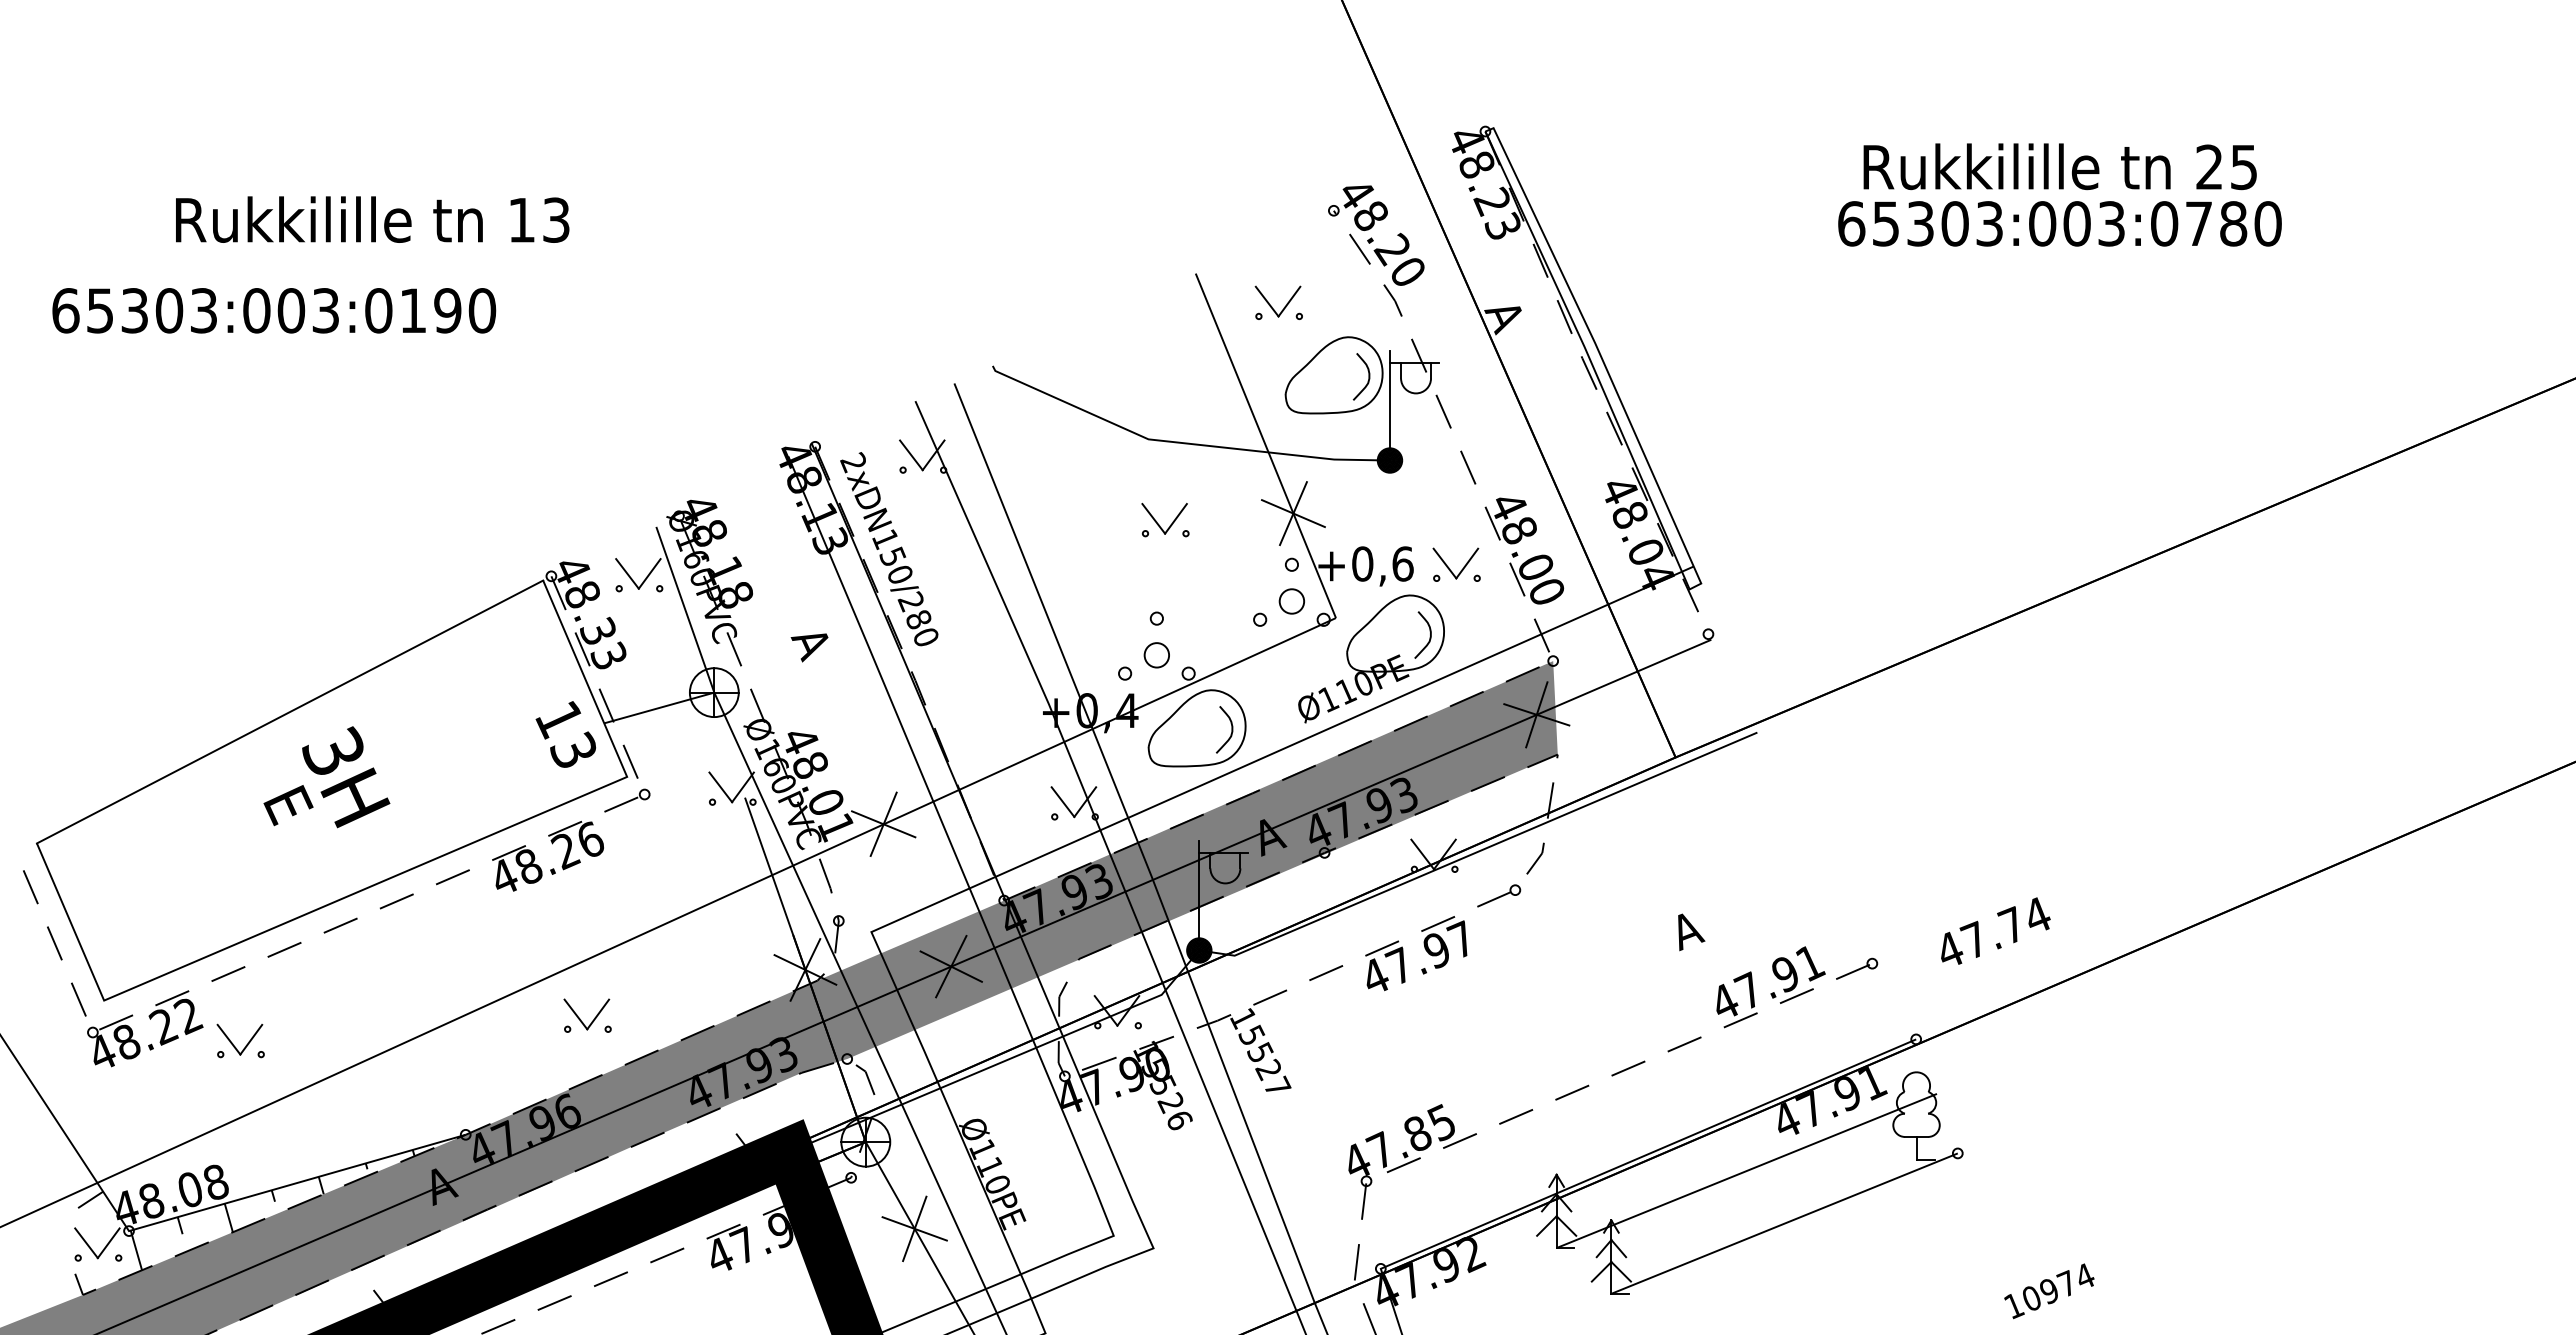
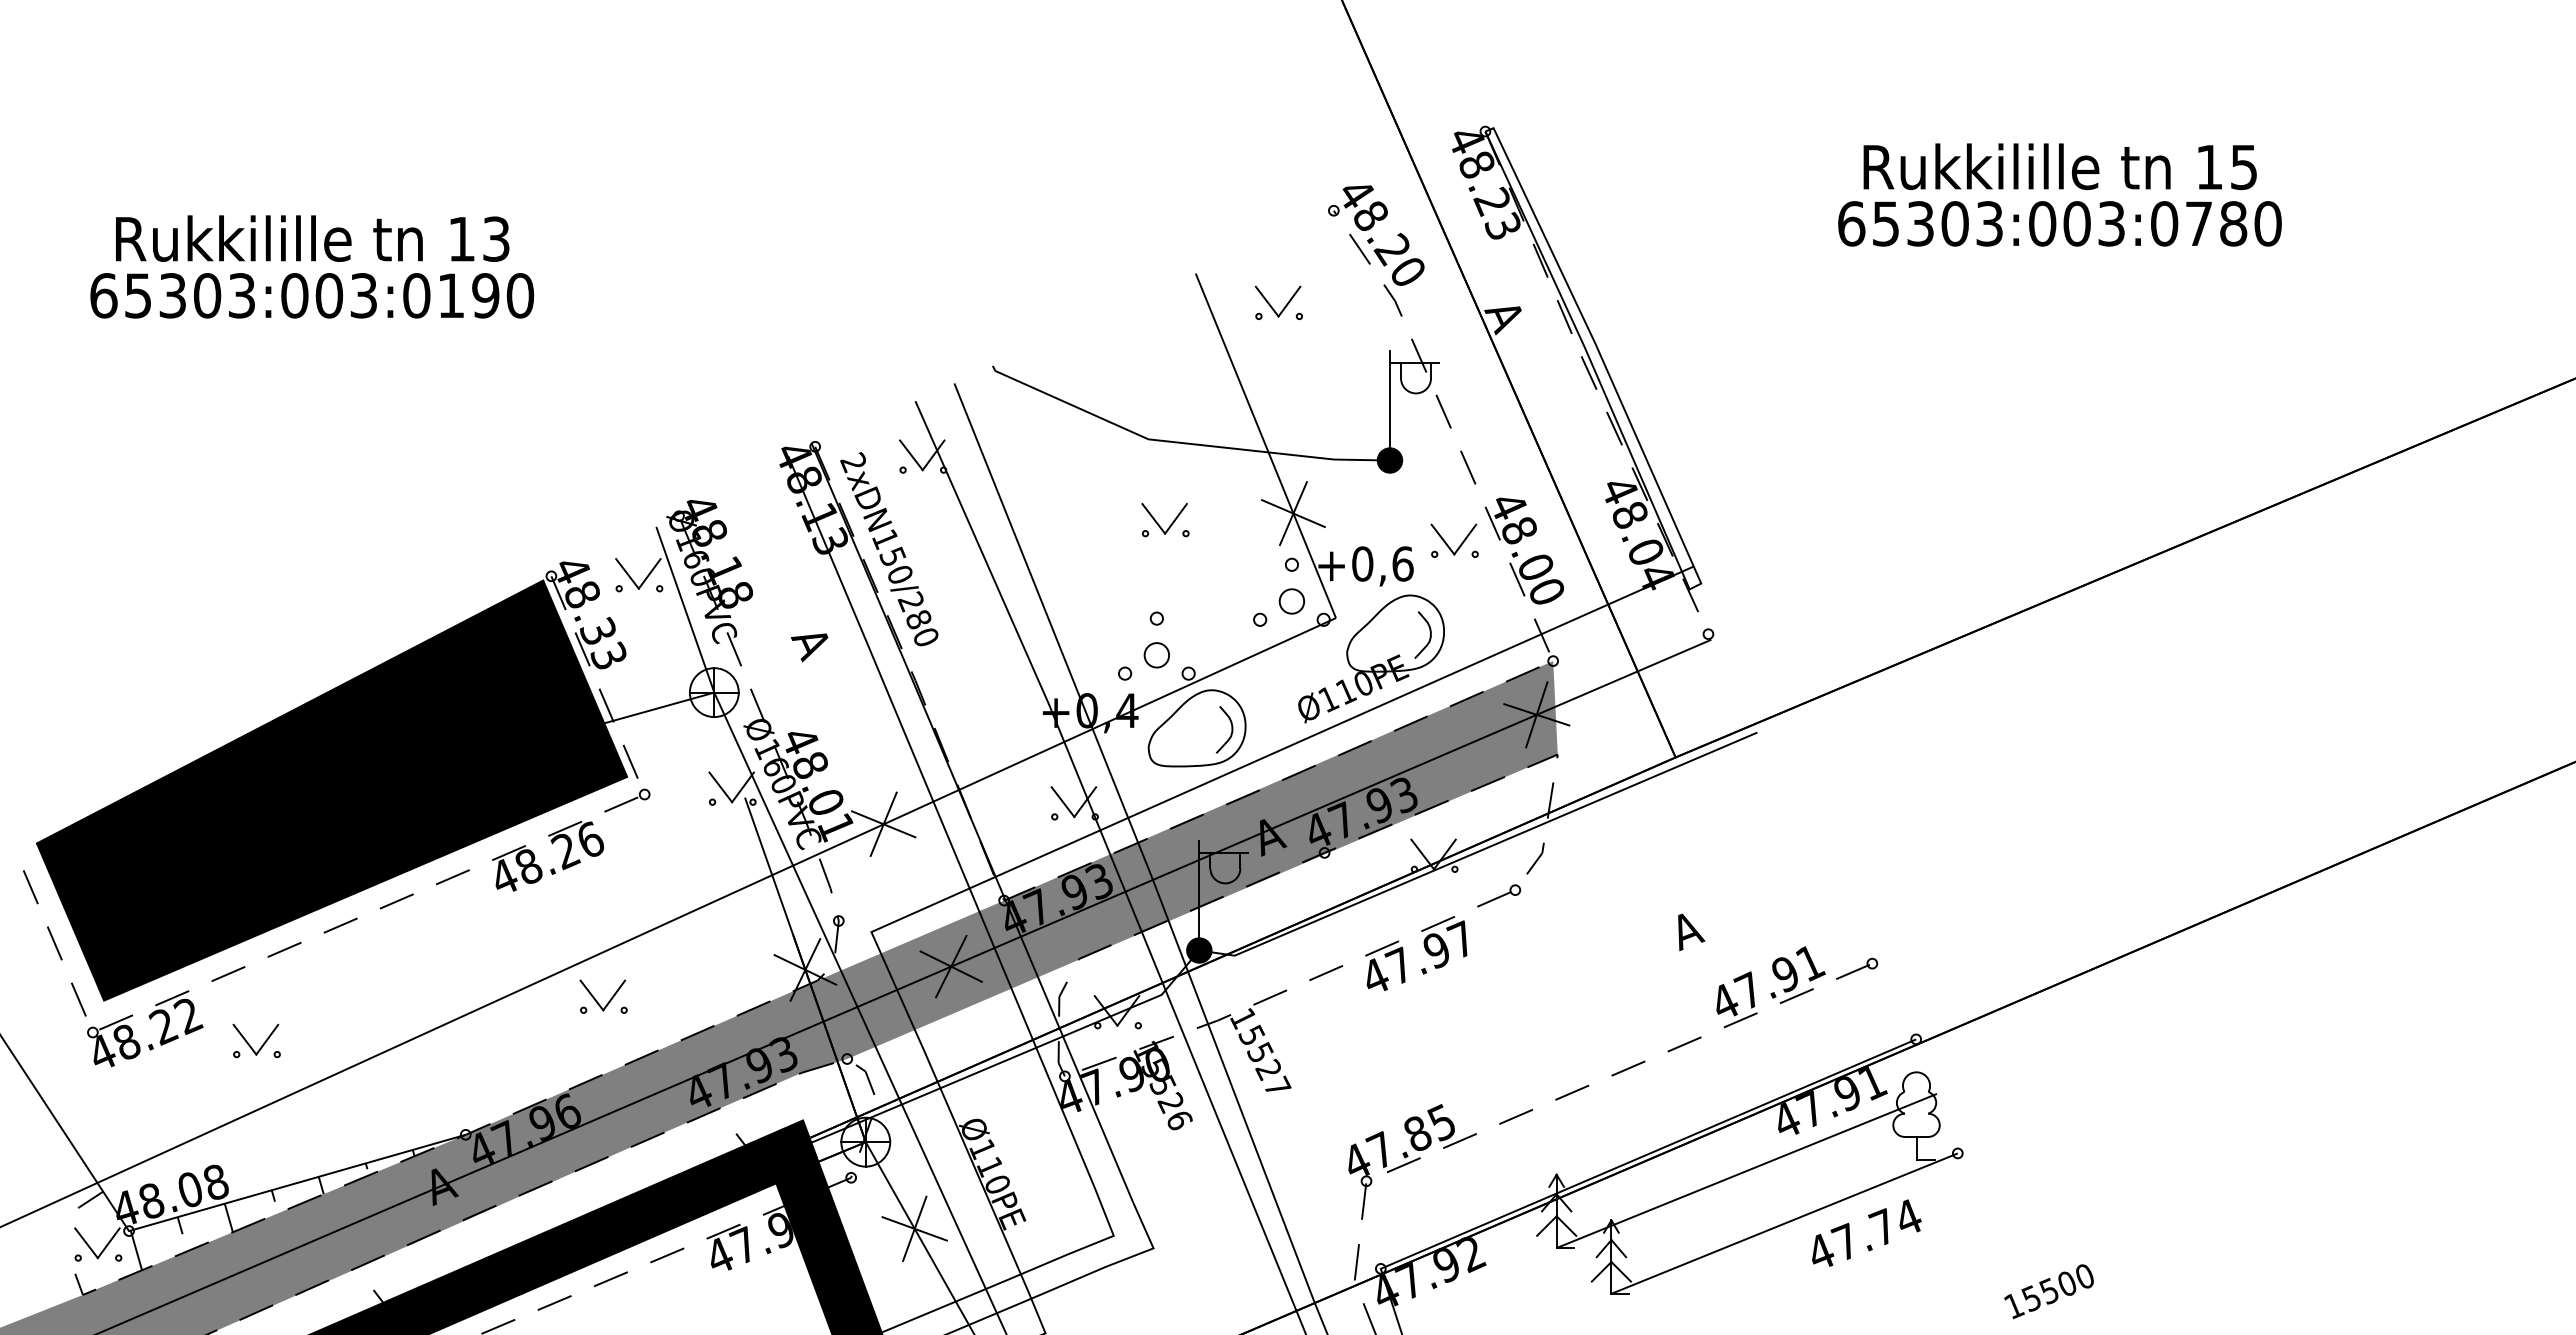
text at (2208, 166): 25 -> 15
text at (372, 219) position: (372, 219) -> (312, 238)
text at (274, 310) position: (274, 310) -> (312, 295)
part at (1333, 375): present -> none
part at (1461, 569) position: (1461, 569) -> (1459, 545)
fill at (331, 790): none -> present
text at (1995, 930) position: (1995, 930) -> (1866, 1232)
part at (592, 1020) position: (592, 1020) -> (608, 1001)
part at (245, 1045) position: (245, 1045) -> (261, 1045)
text at (2057, 1287): 10974 -> 15500
